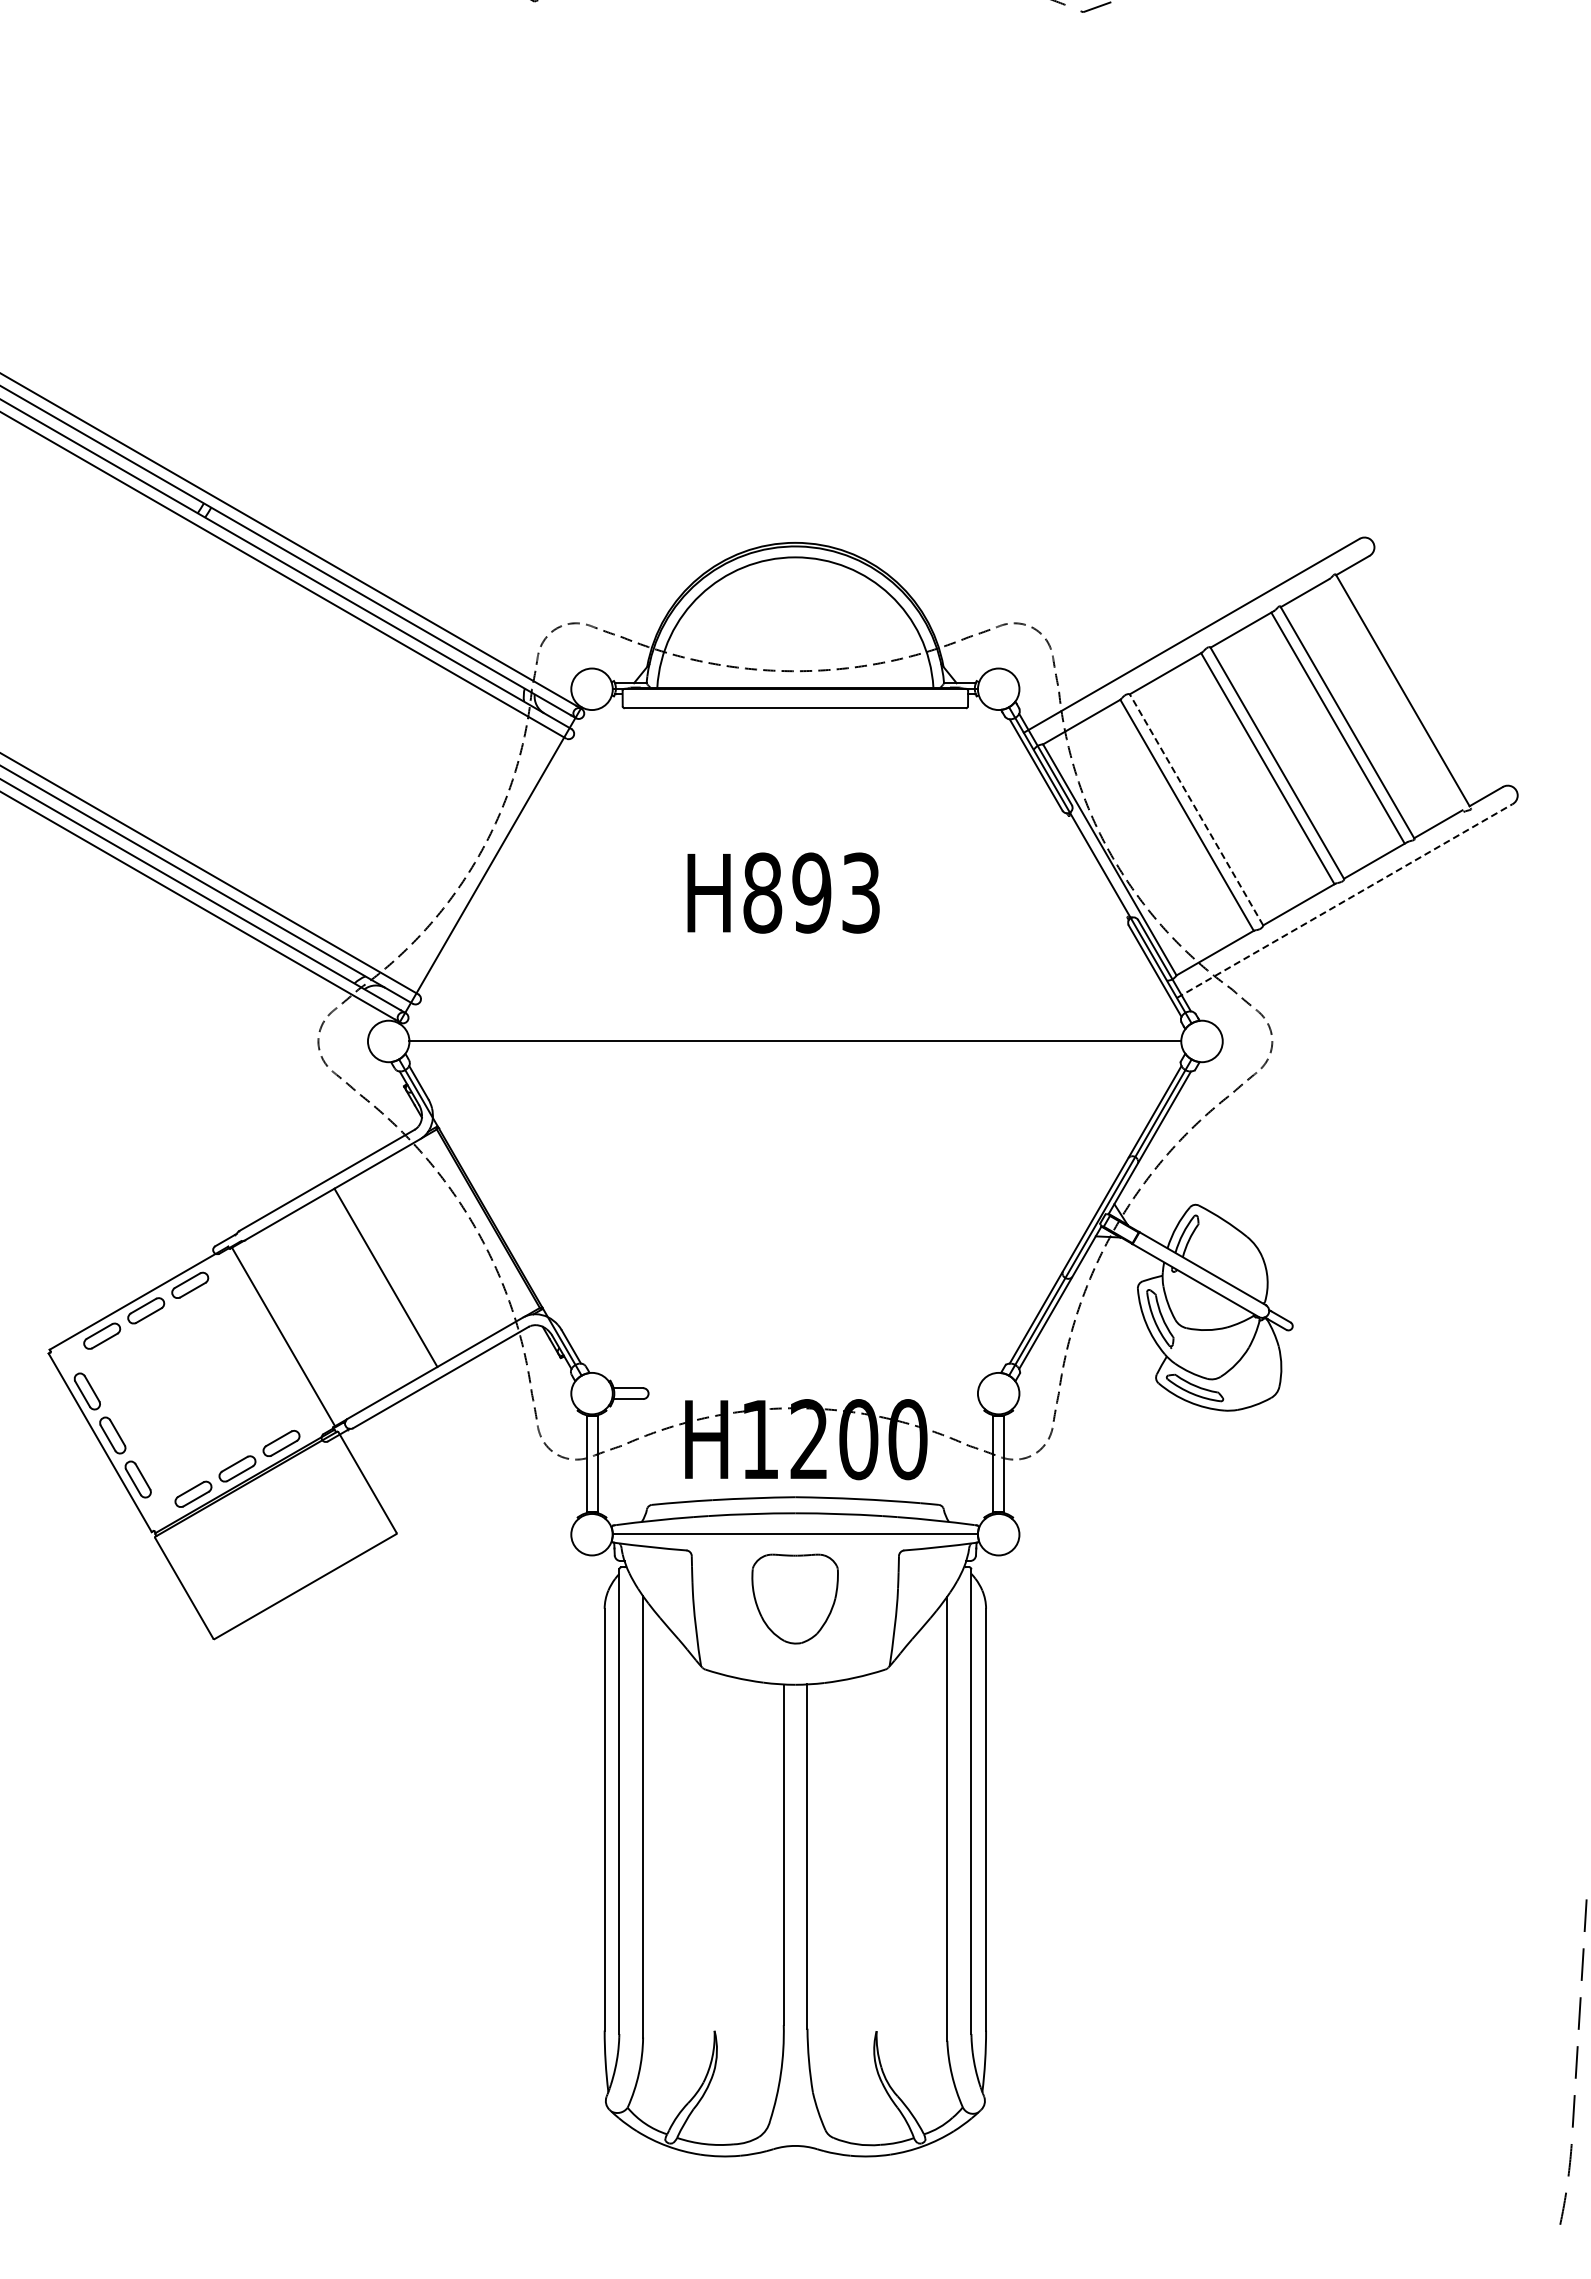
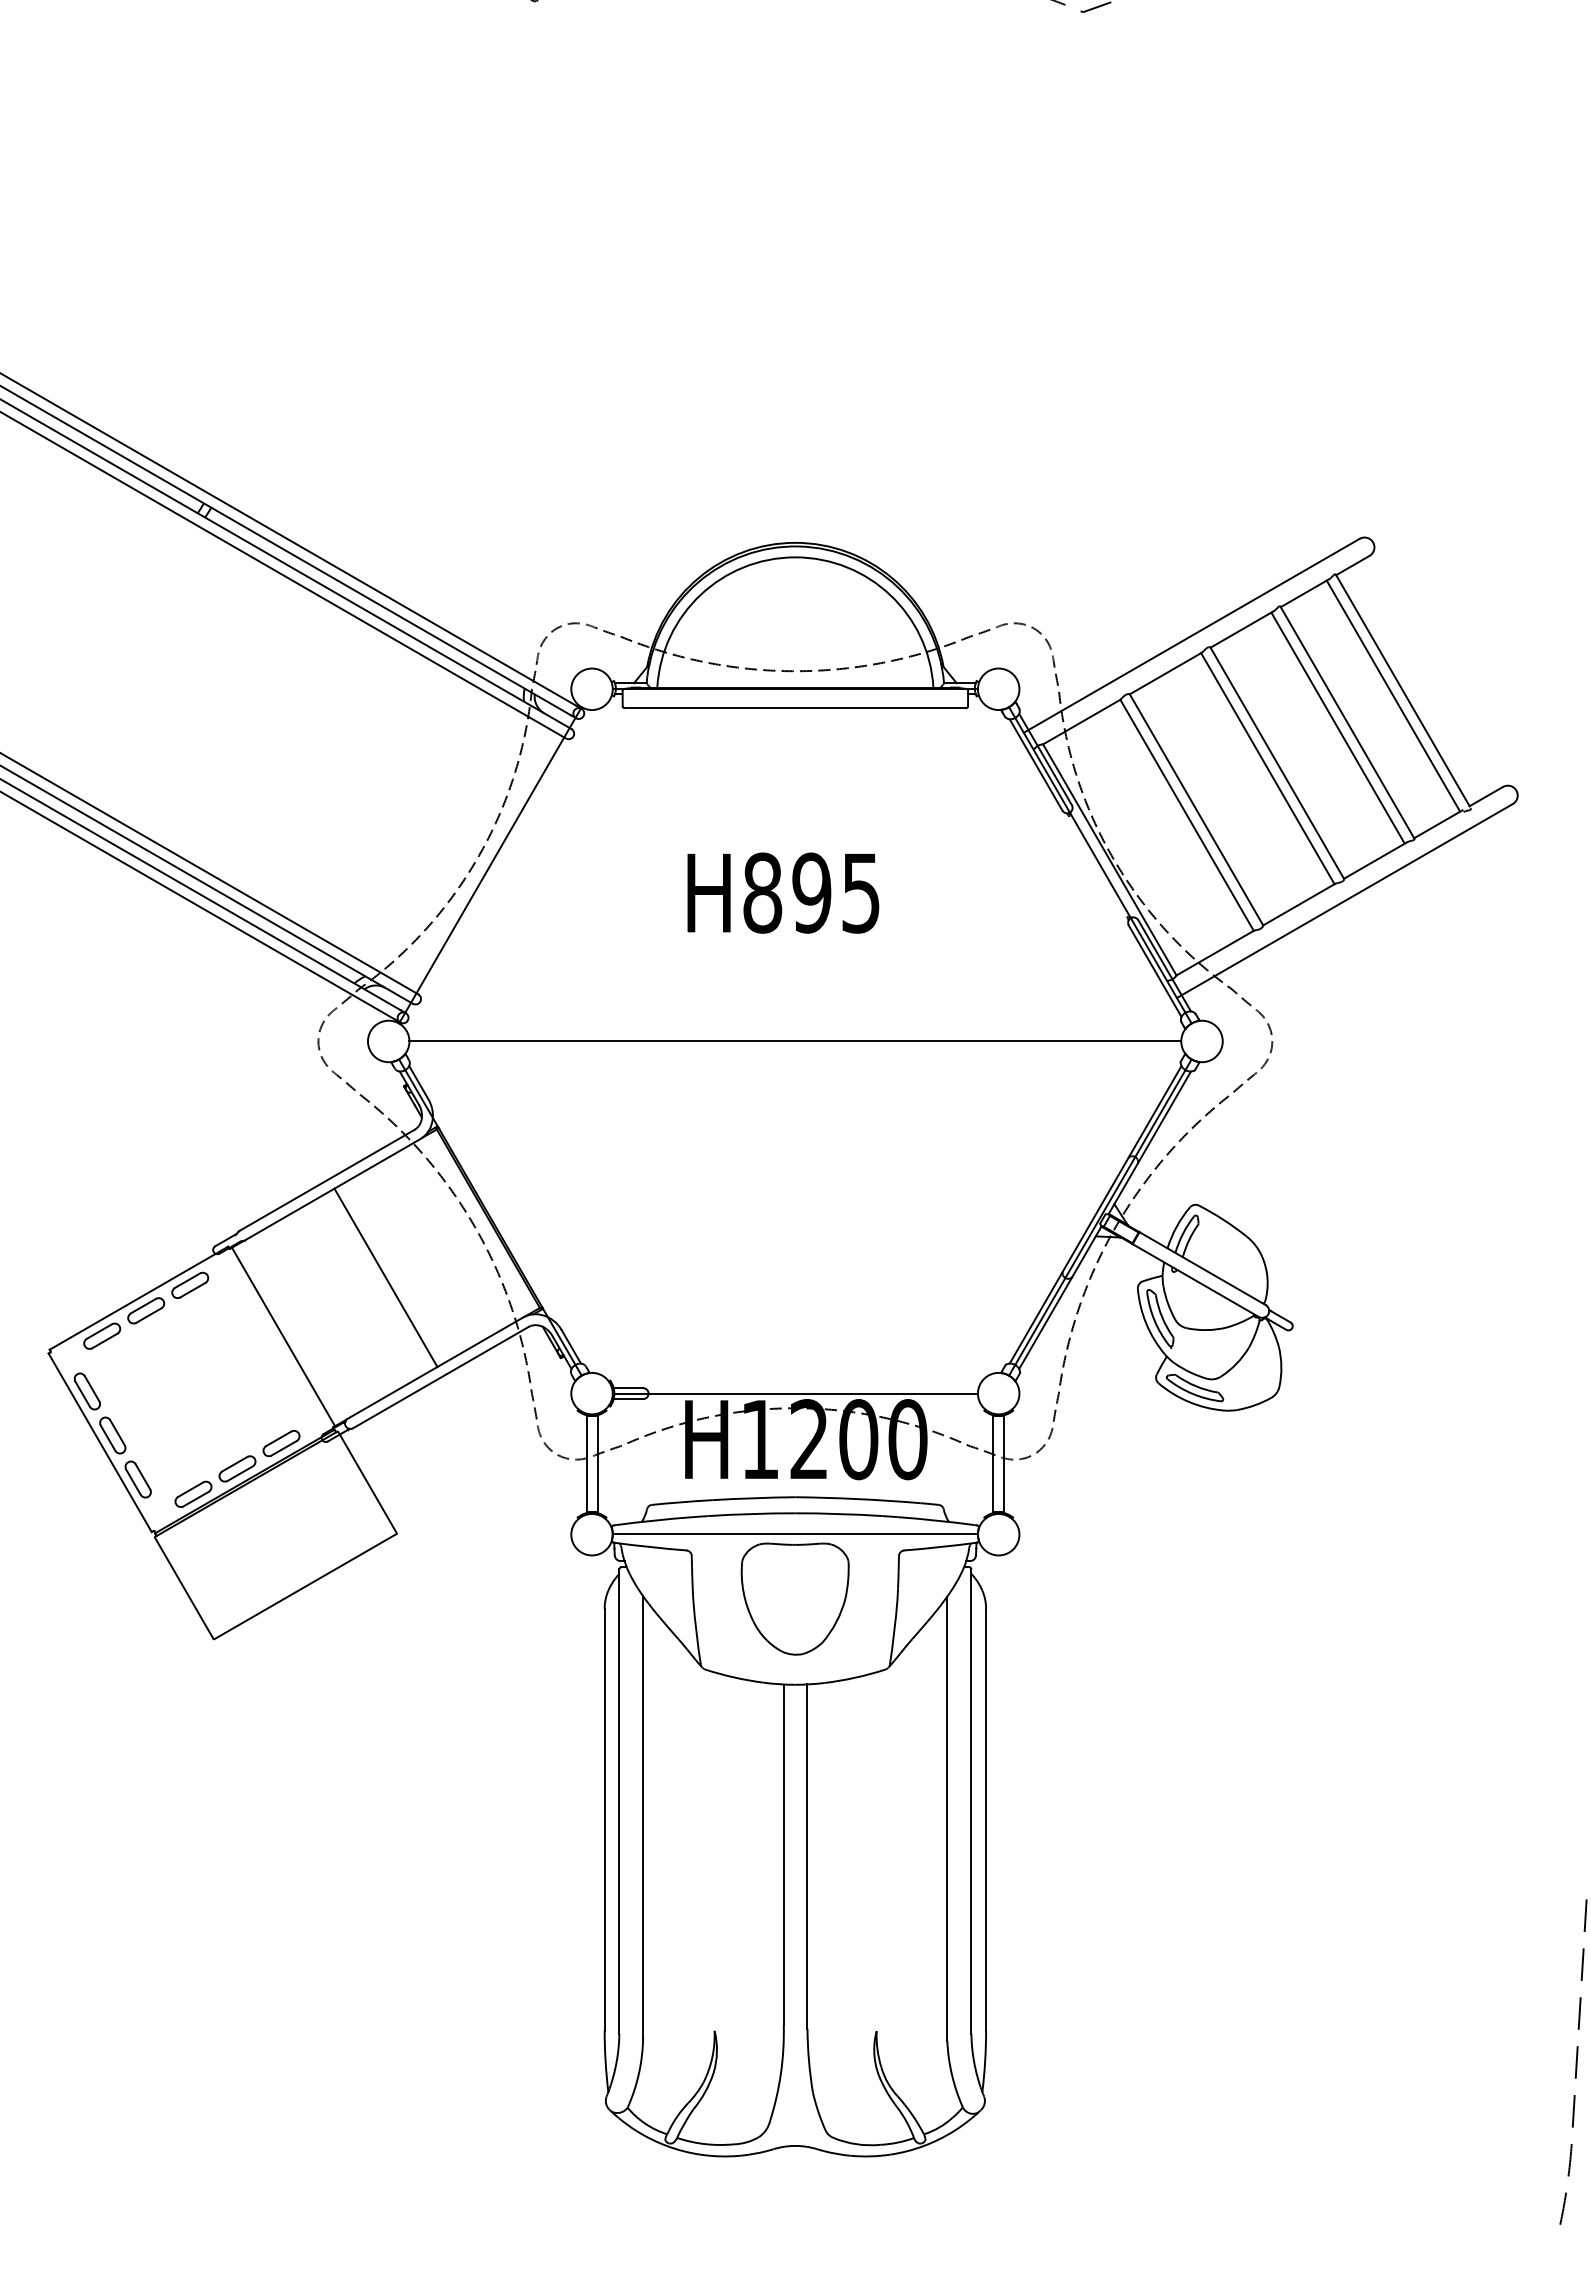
line at (1393, 695): none -> present
line at (1196, 809): dashed -> solid
text at (860, 892): H893 -> H895
line at (1344, 901): dashed -> solid
line at (794, 1393): none -> present
part at (794, 1598) size: 88x92 px -> 110x114 px
